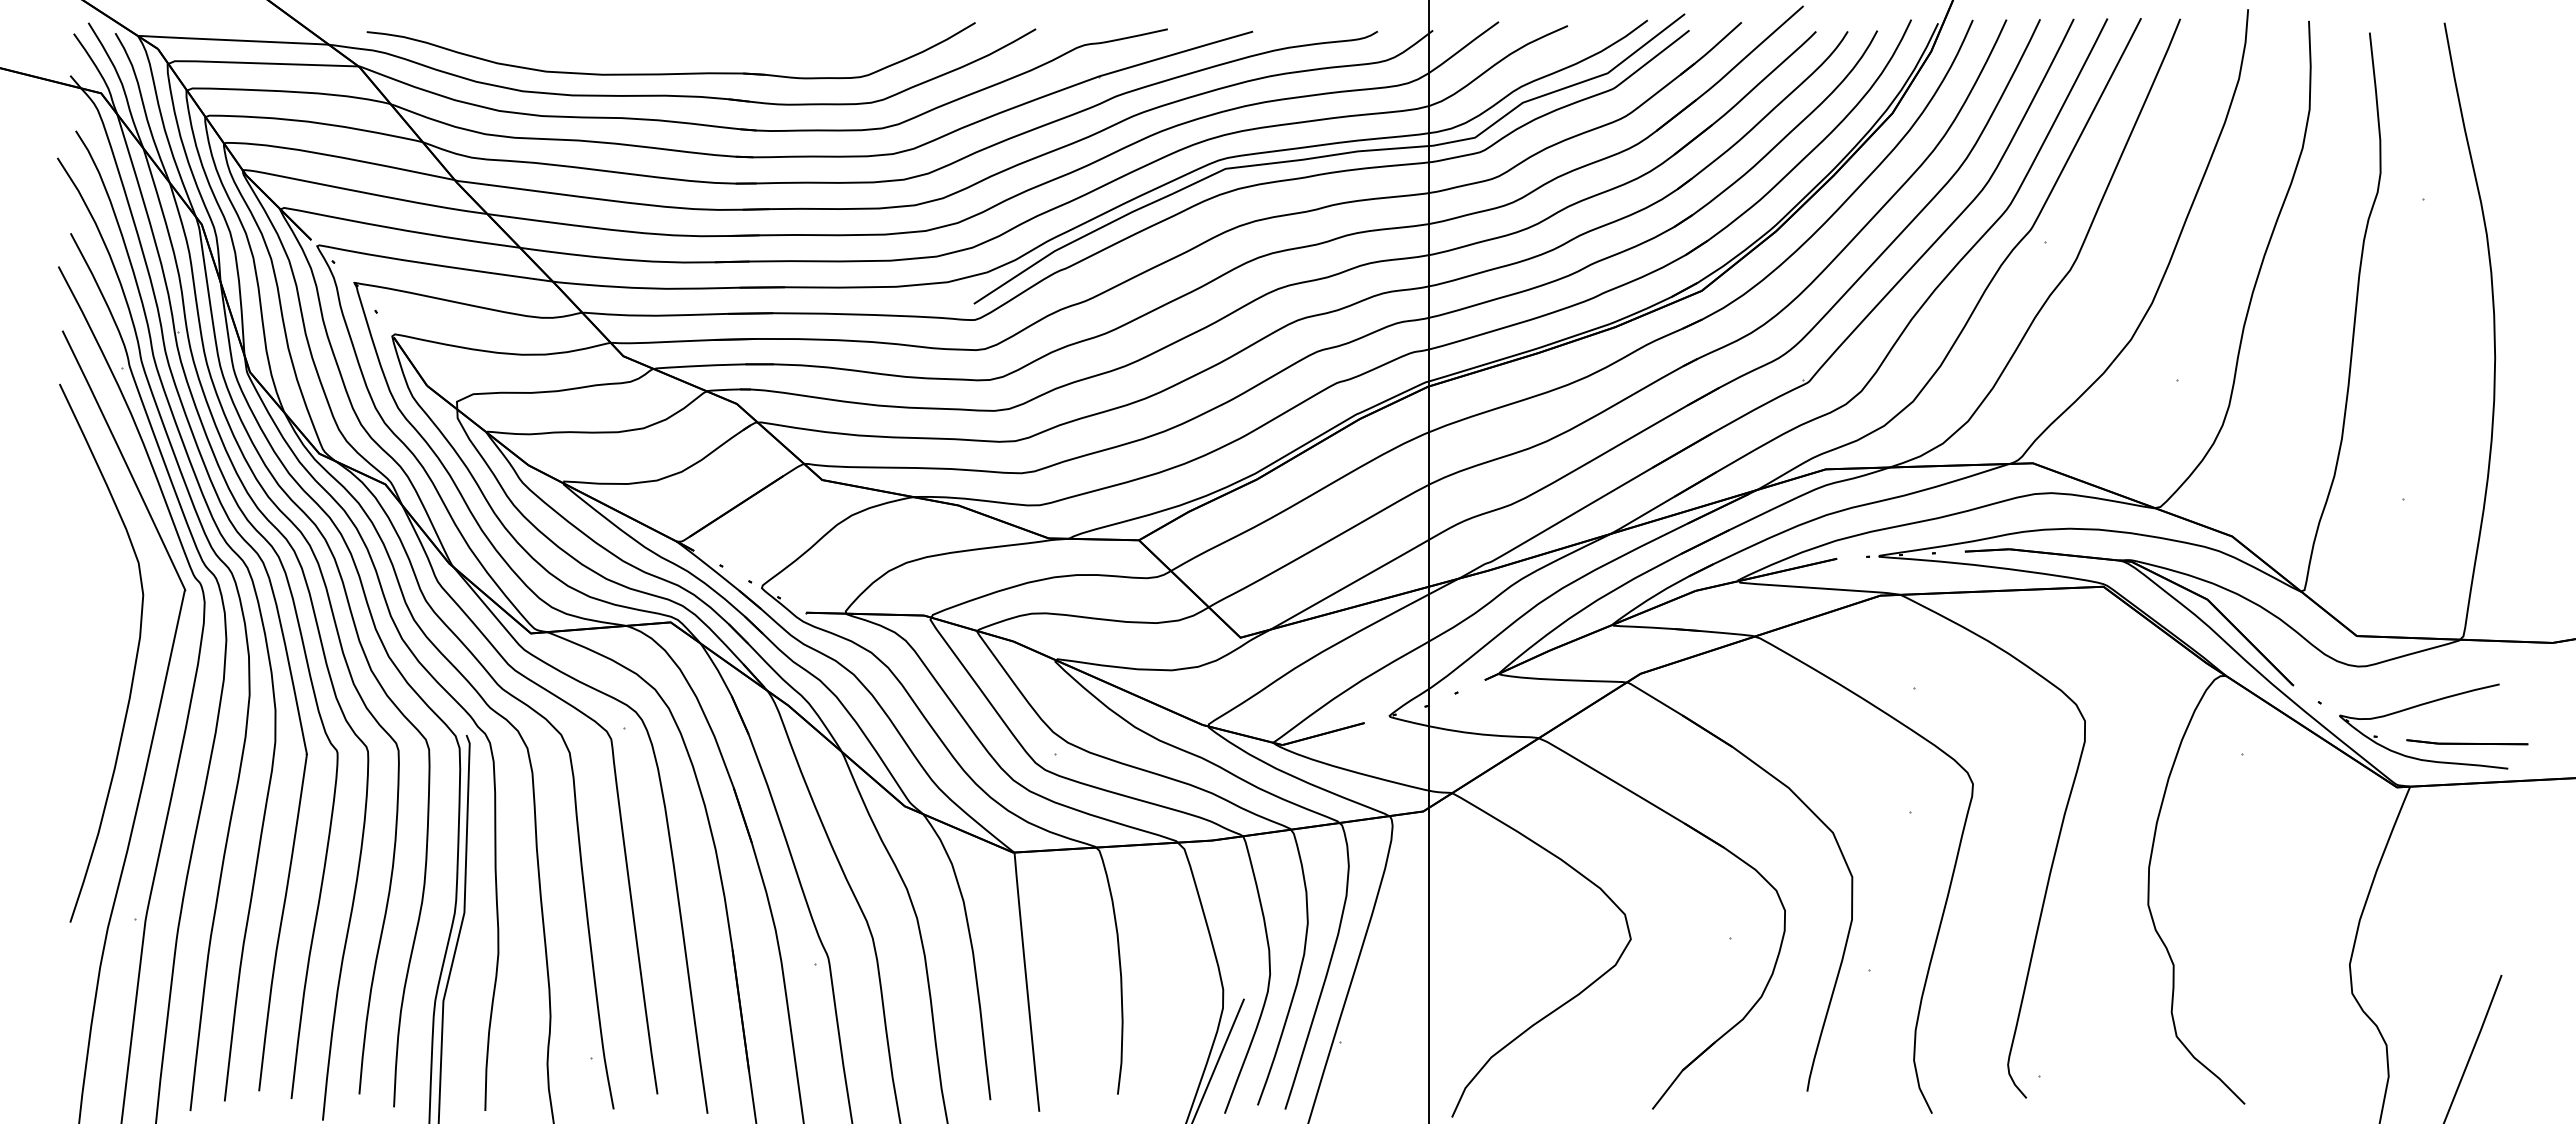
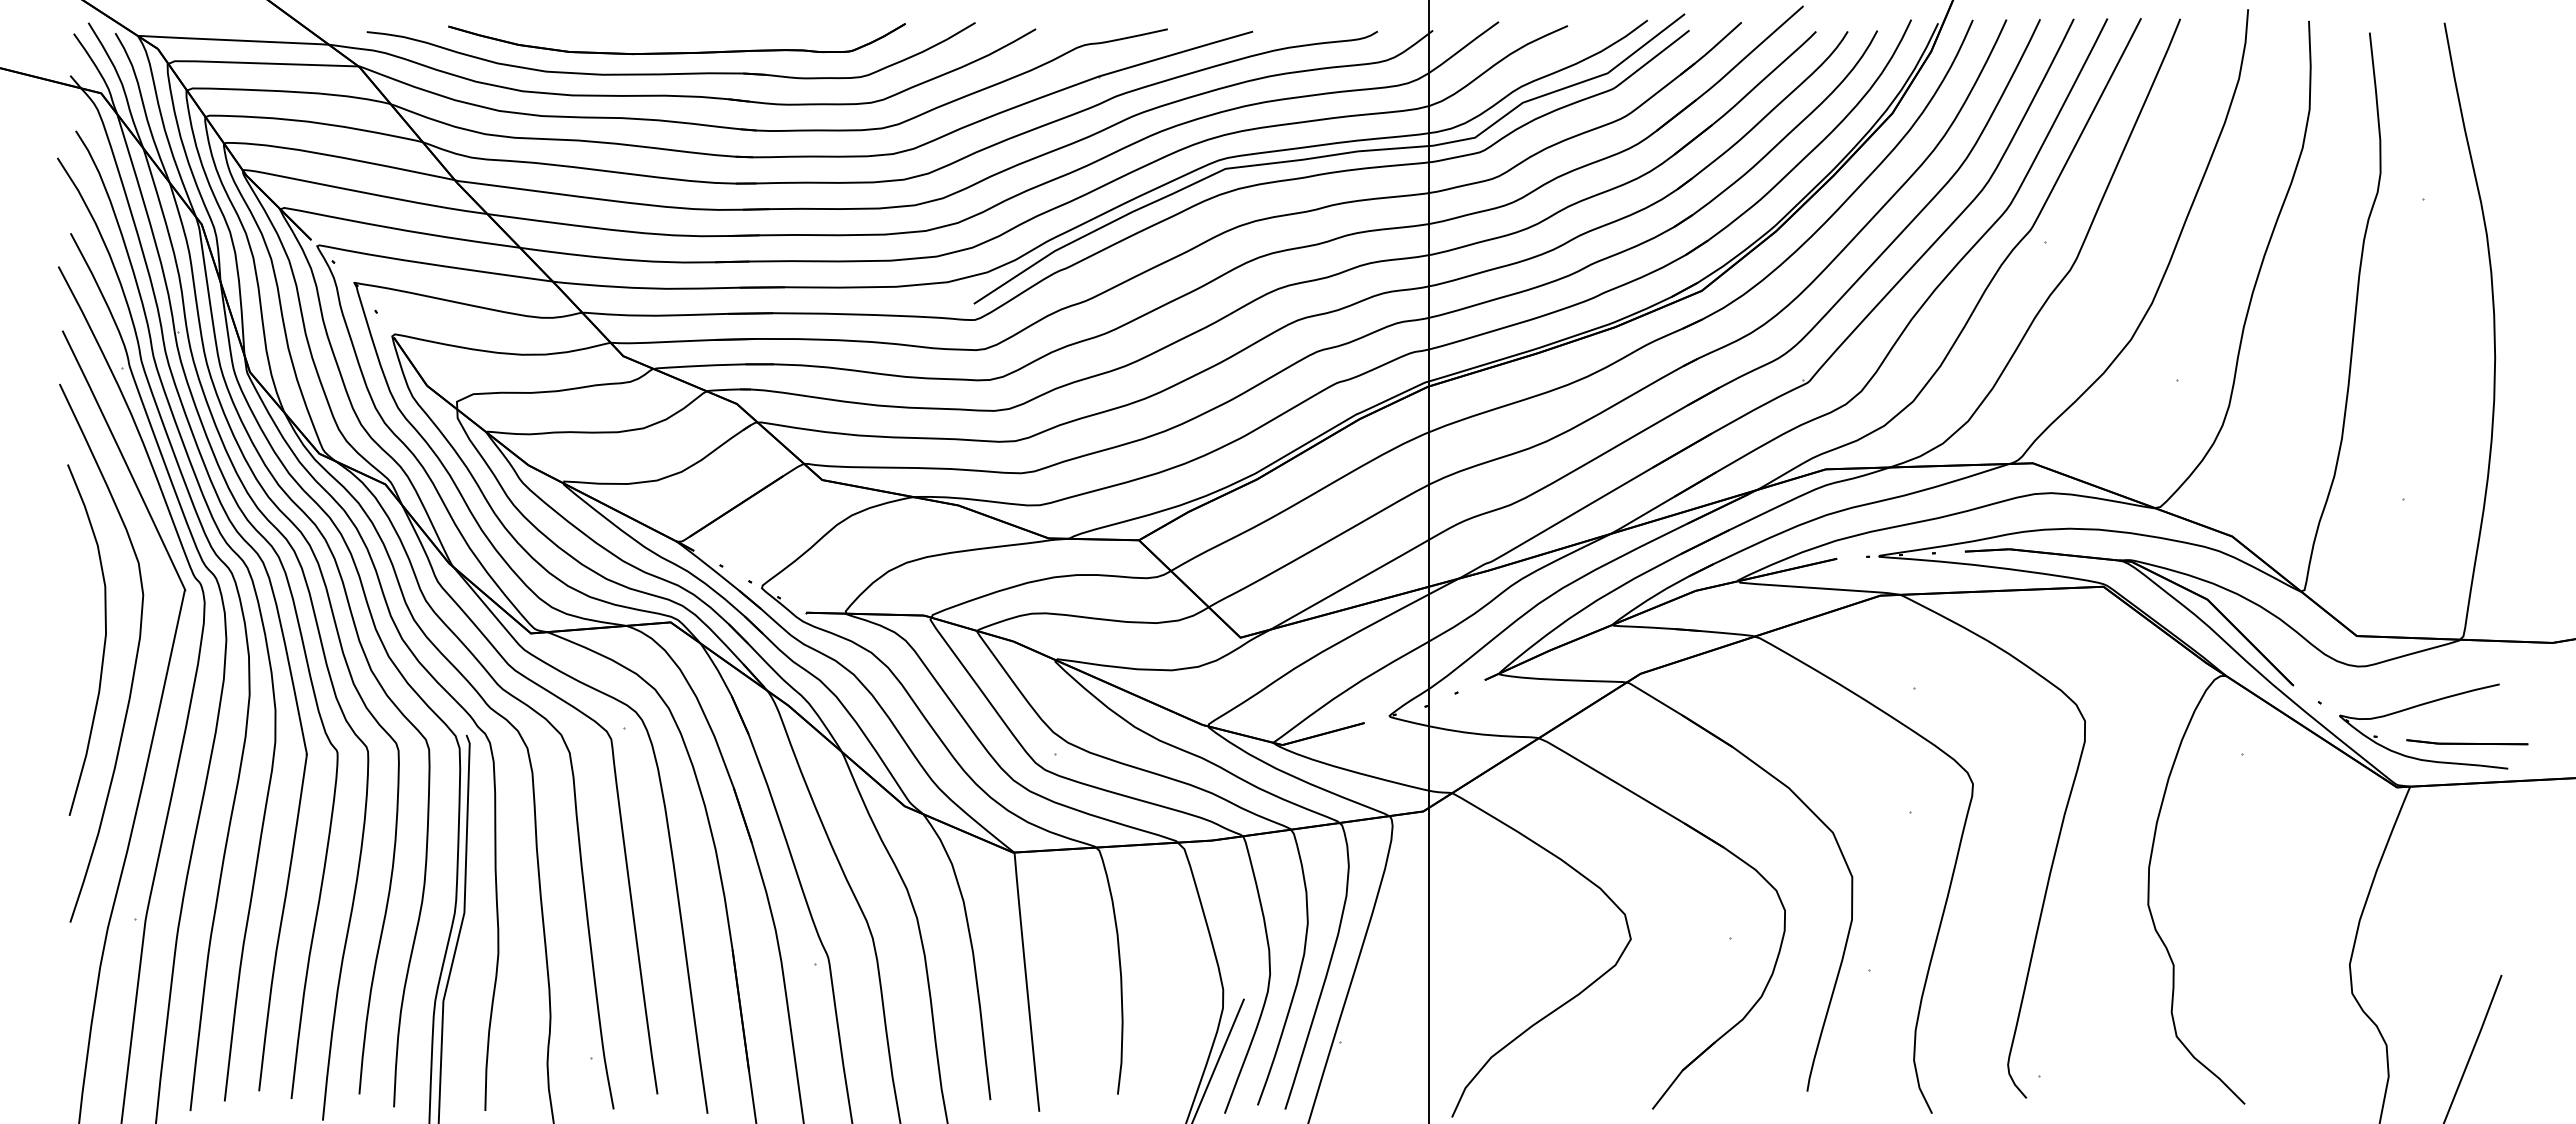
part at (676, 52): none -> present
curve at (103, 644): none -> present
